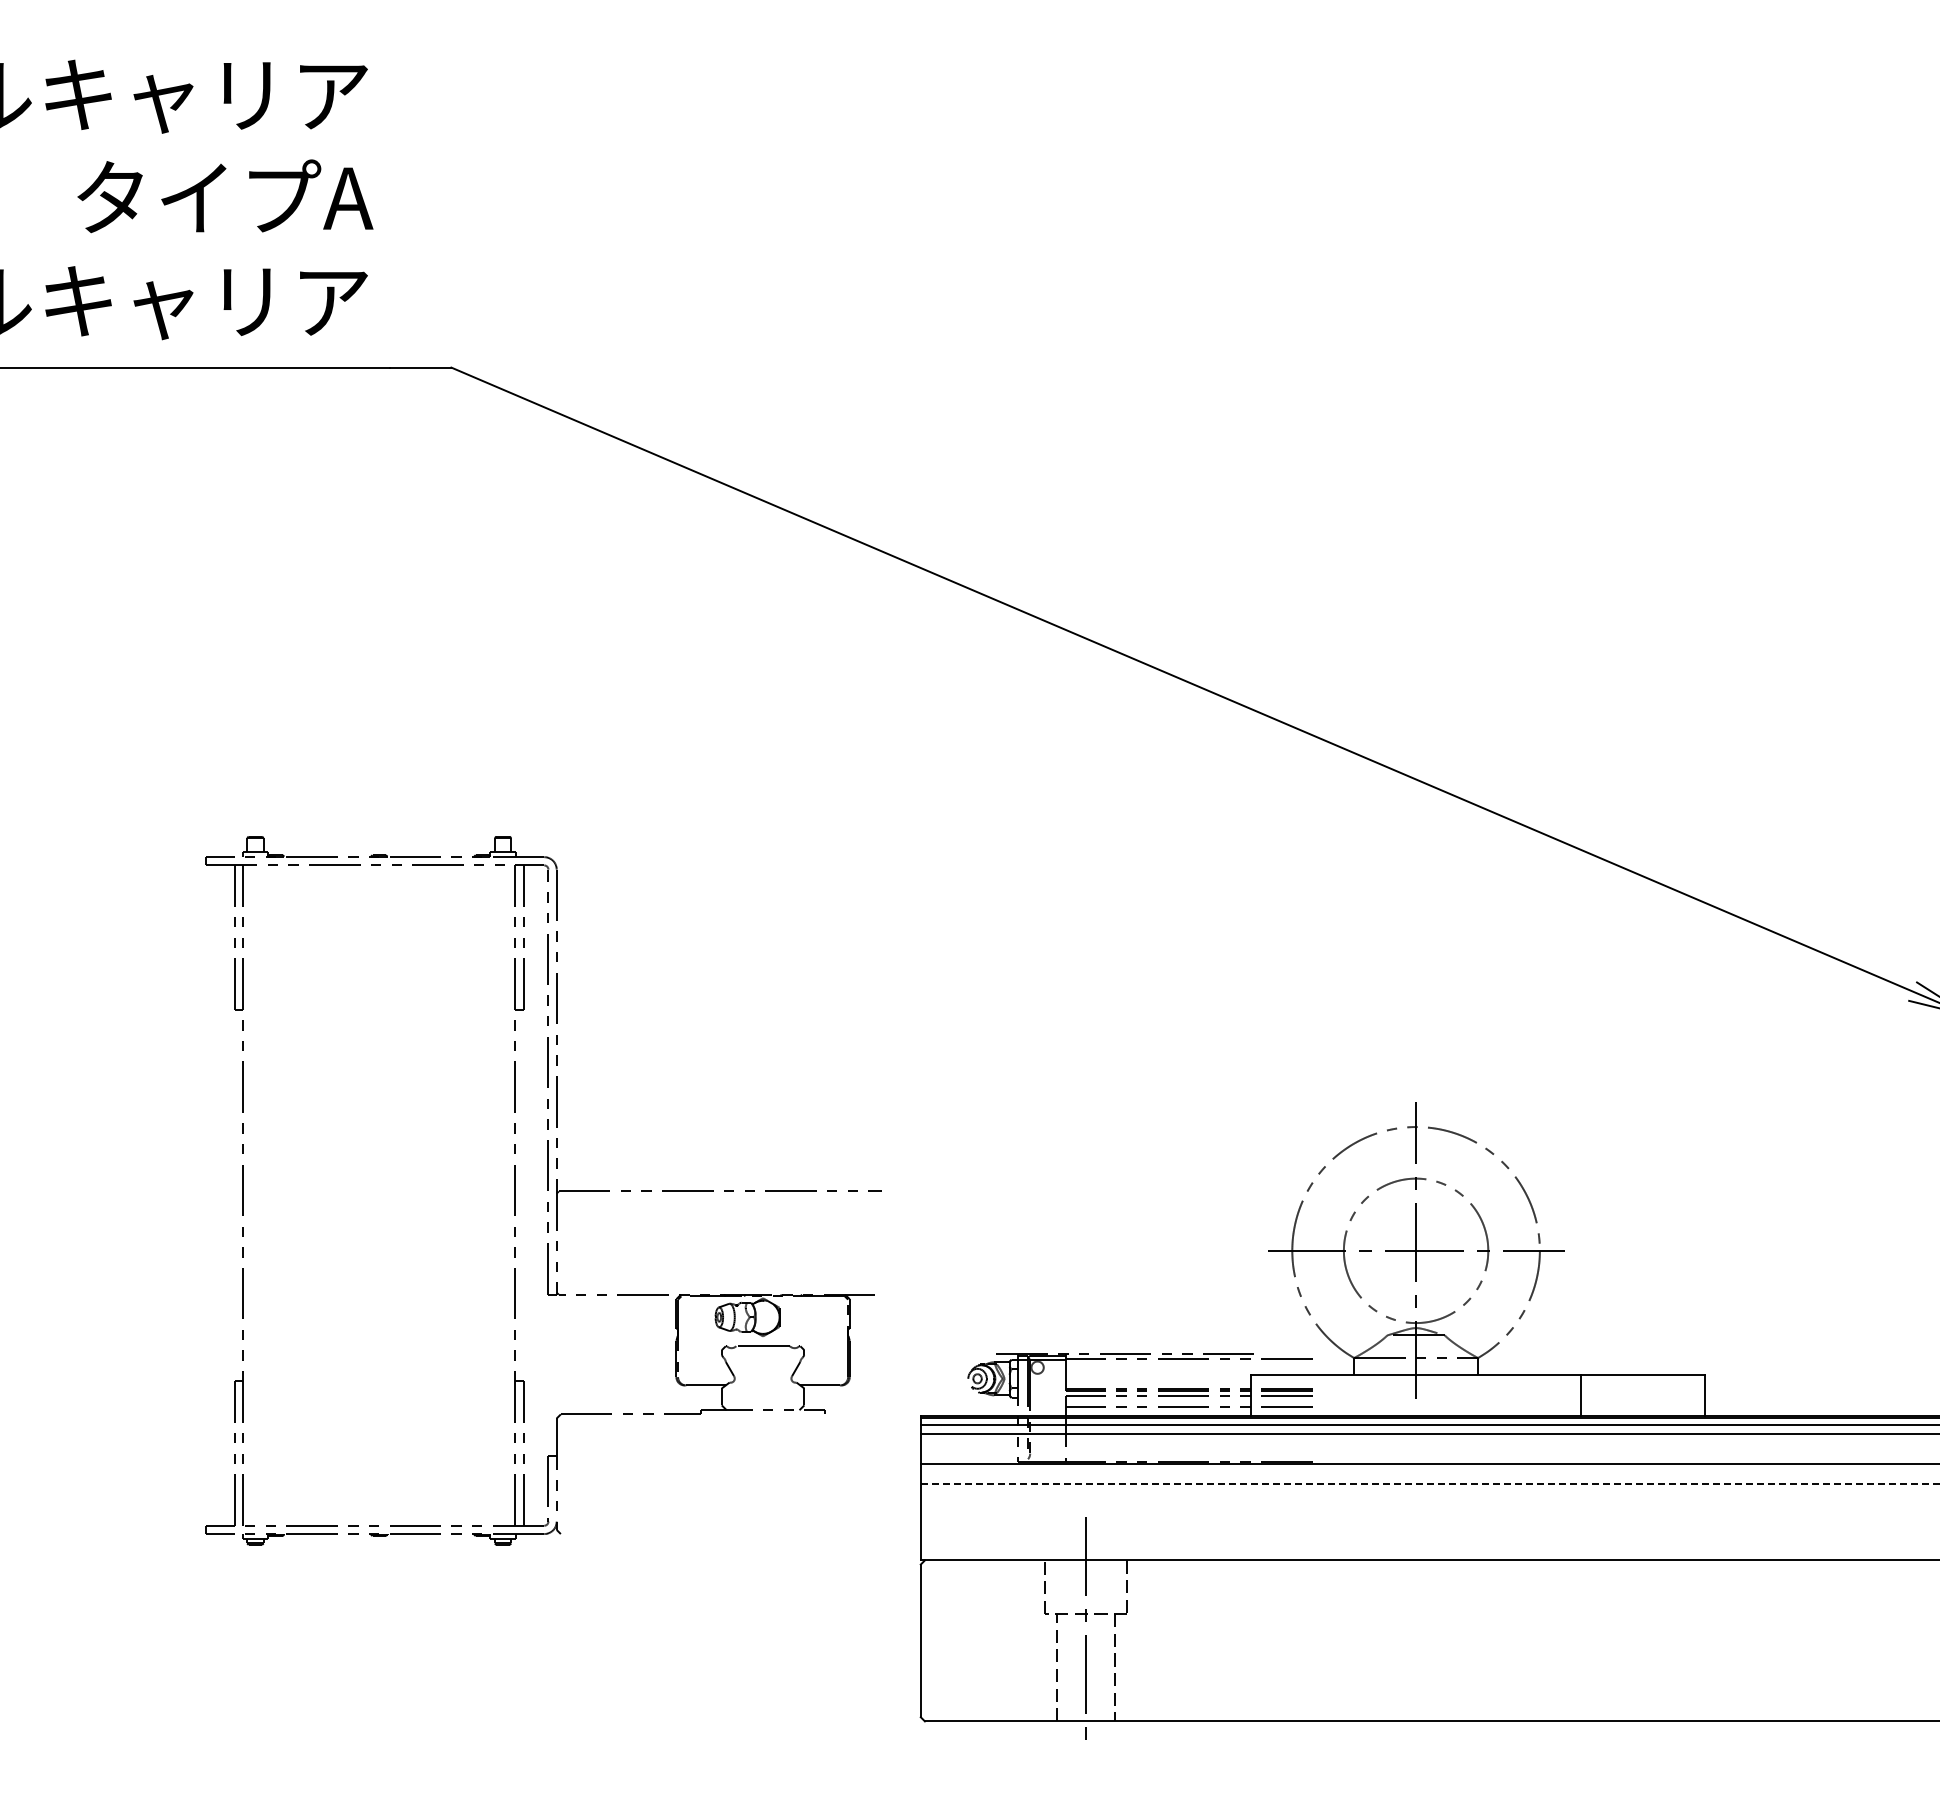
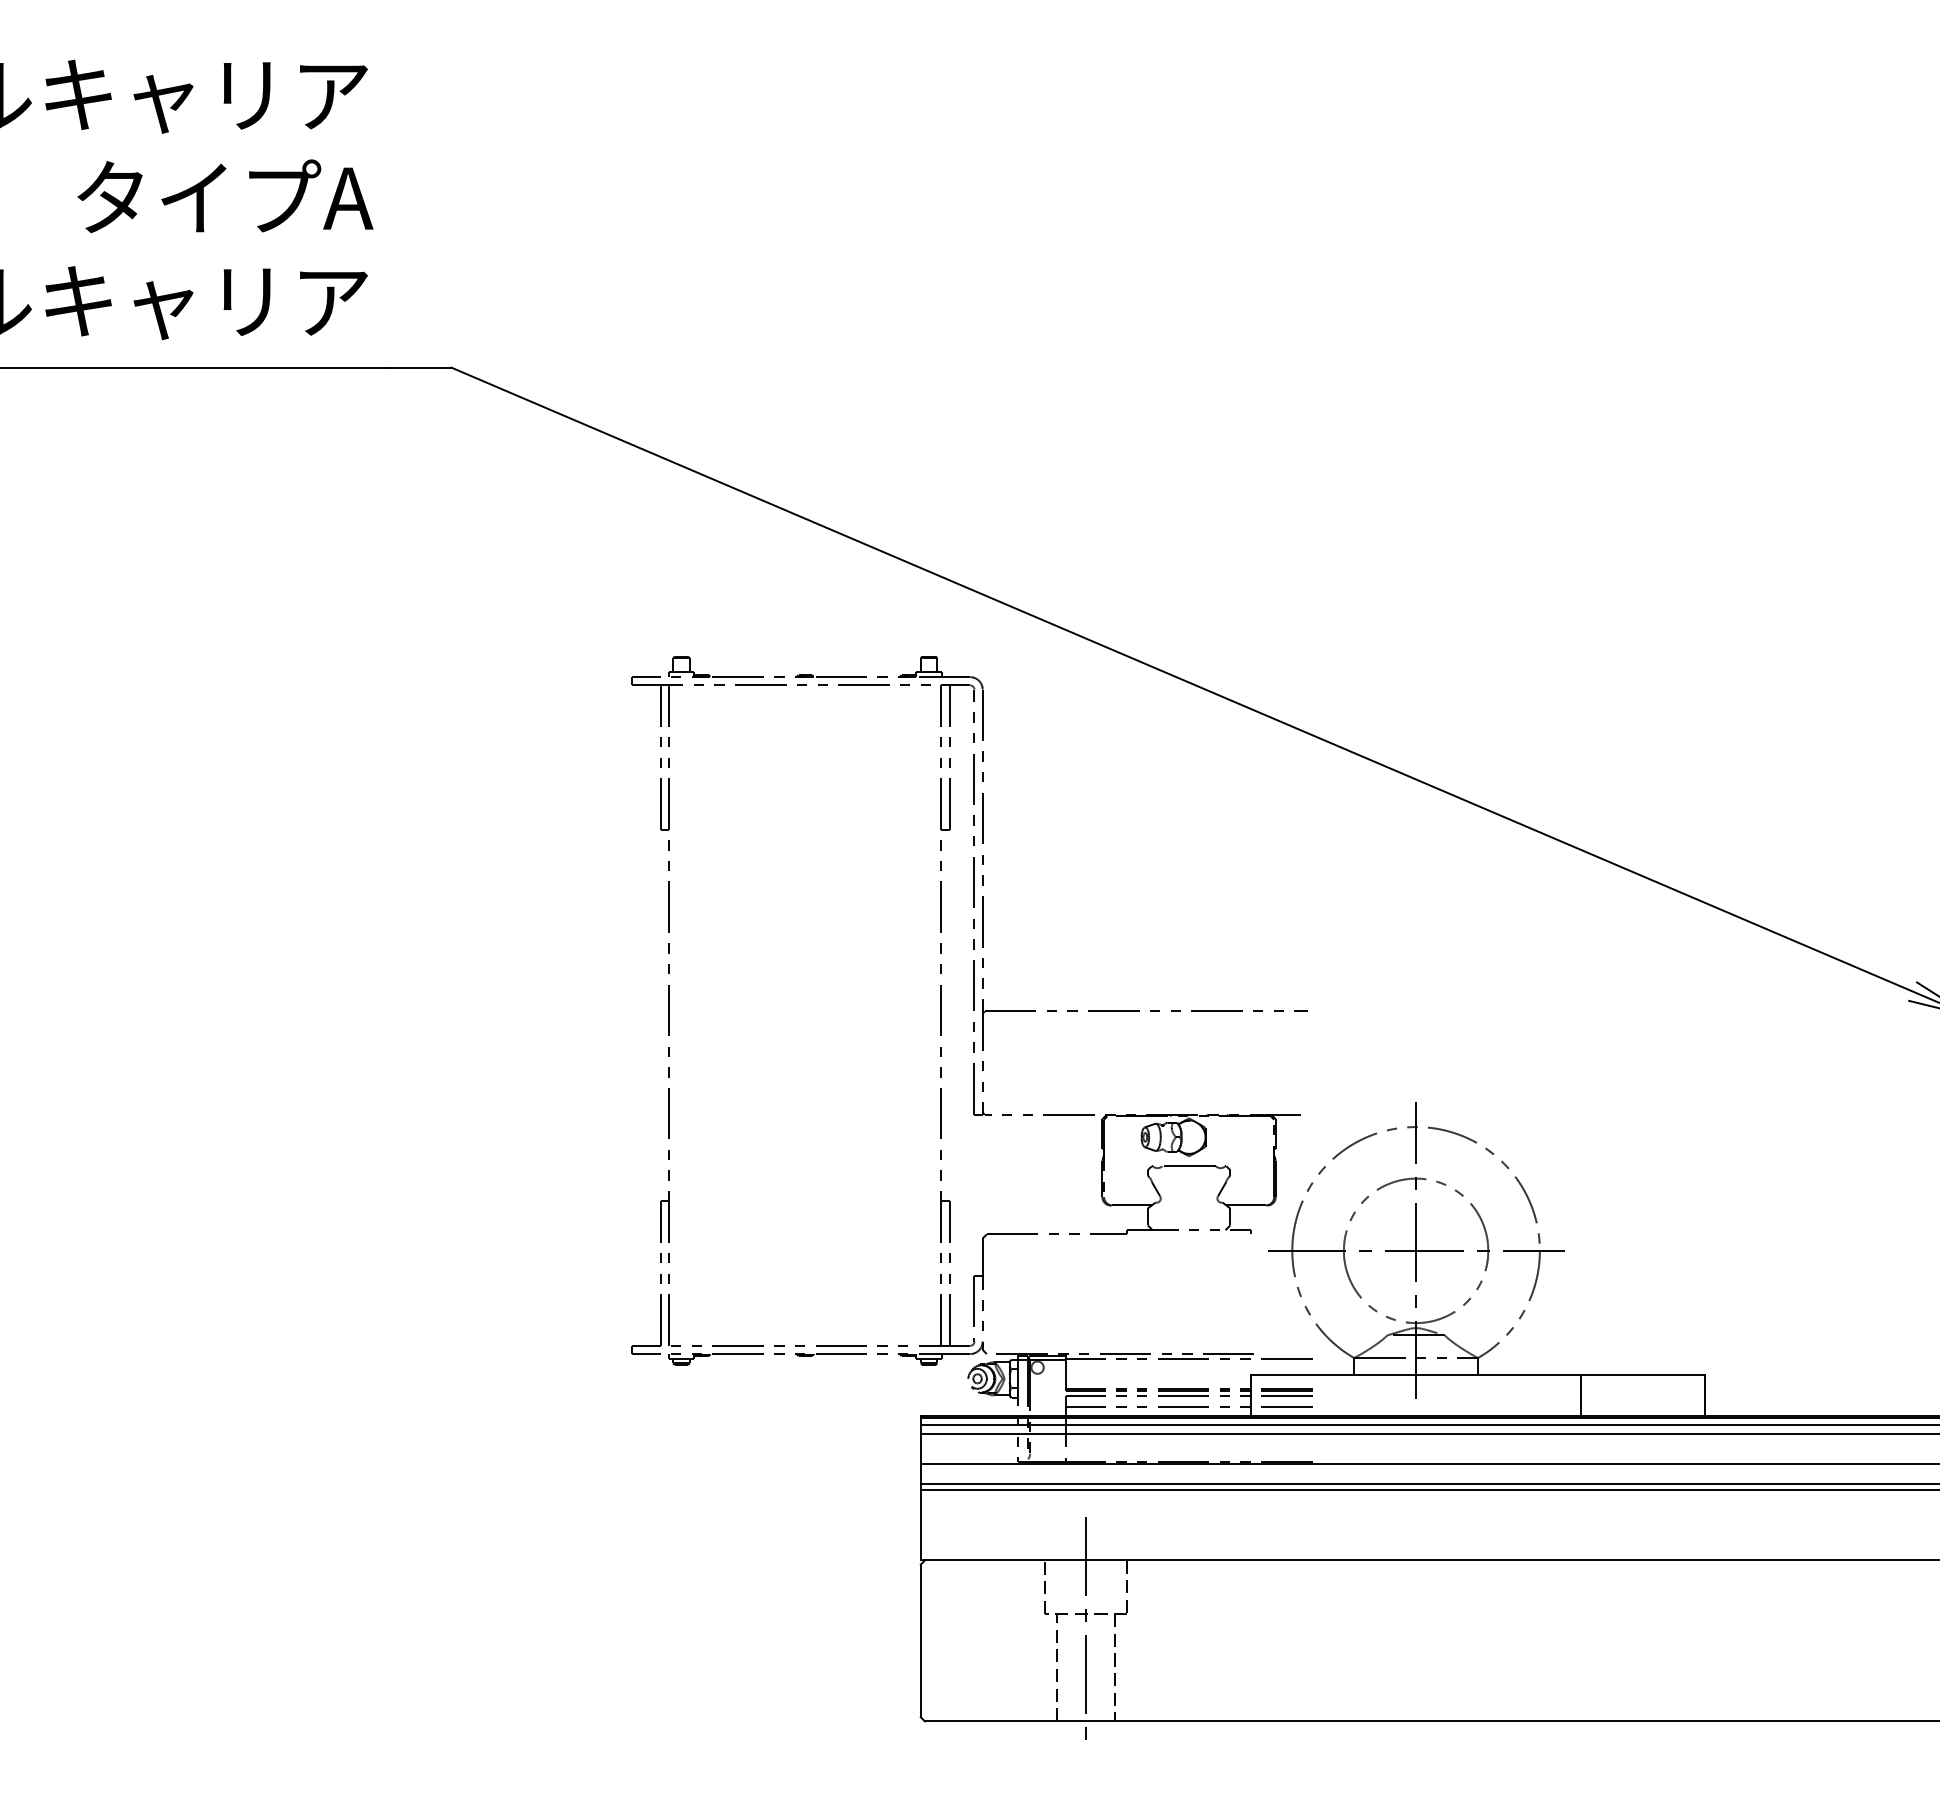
part at (543, 1190) position: (543, 1190) -> (969, 1010)
line at (1430, 1483): dashed -> solid
line at (1428, 1490): none -> present
